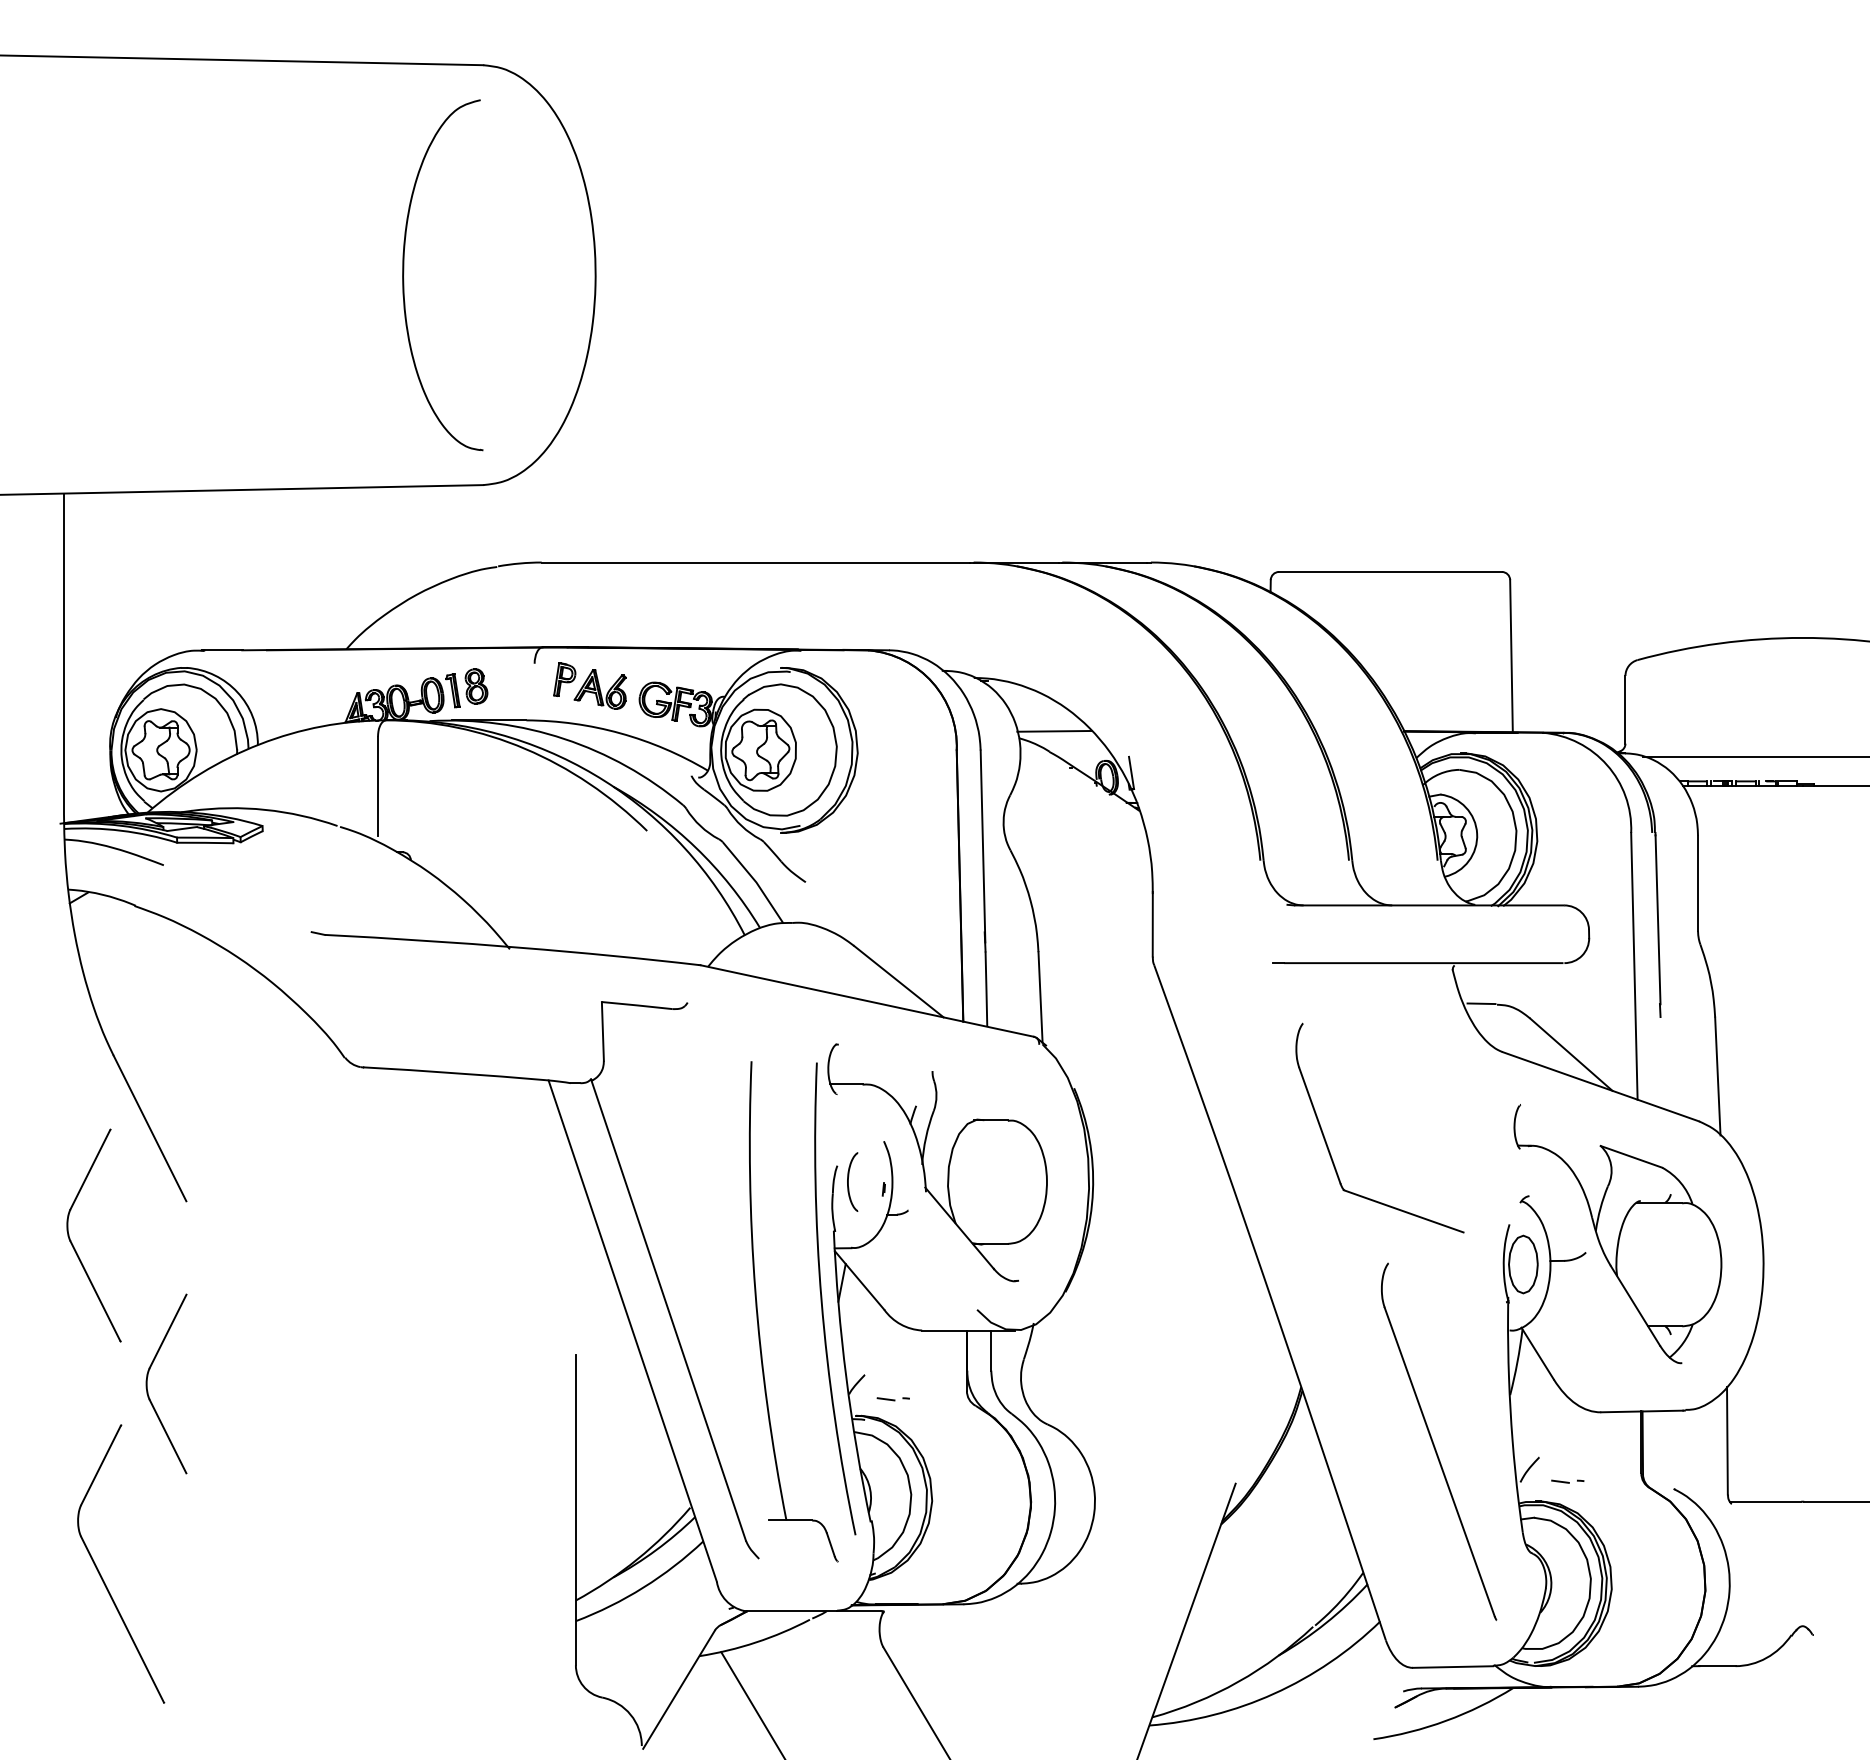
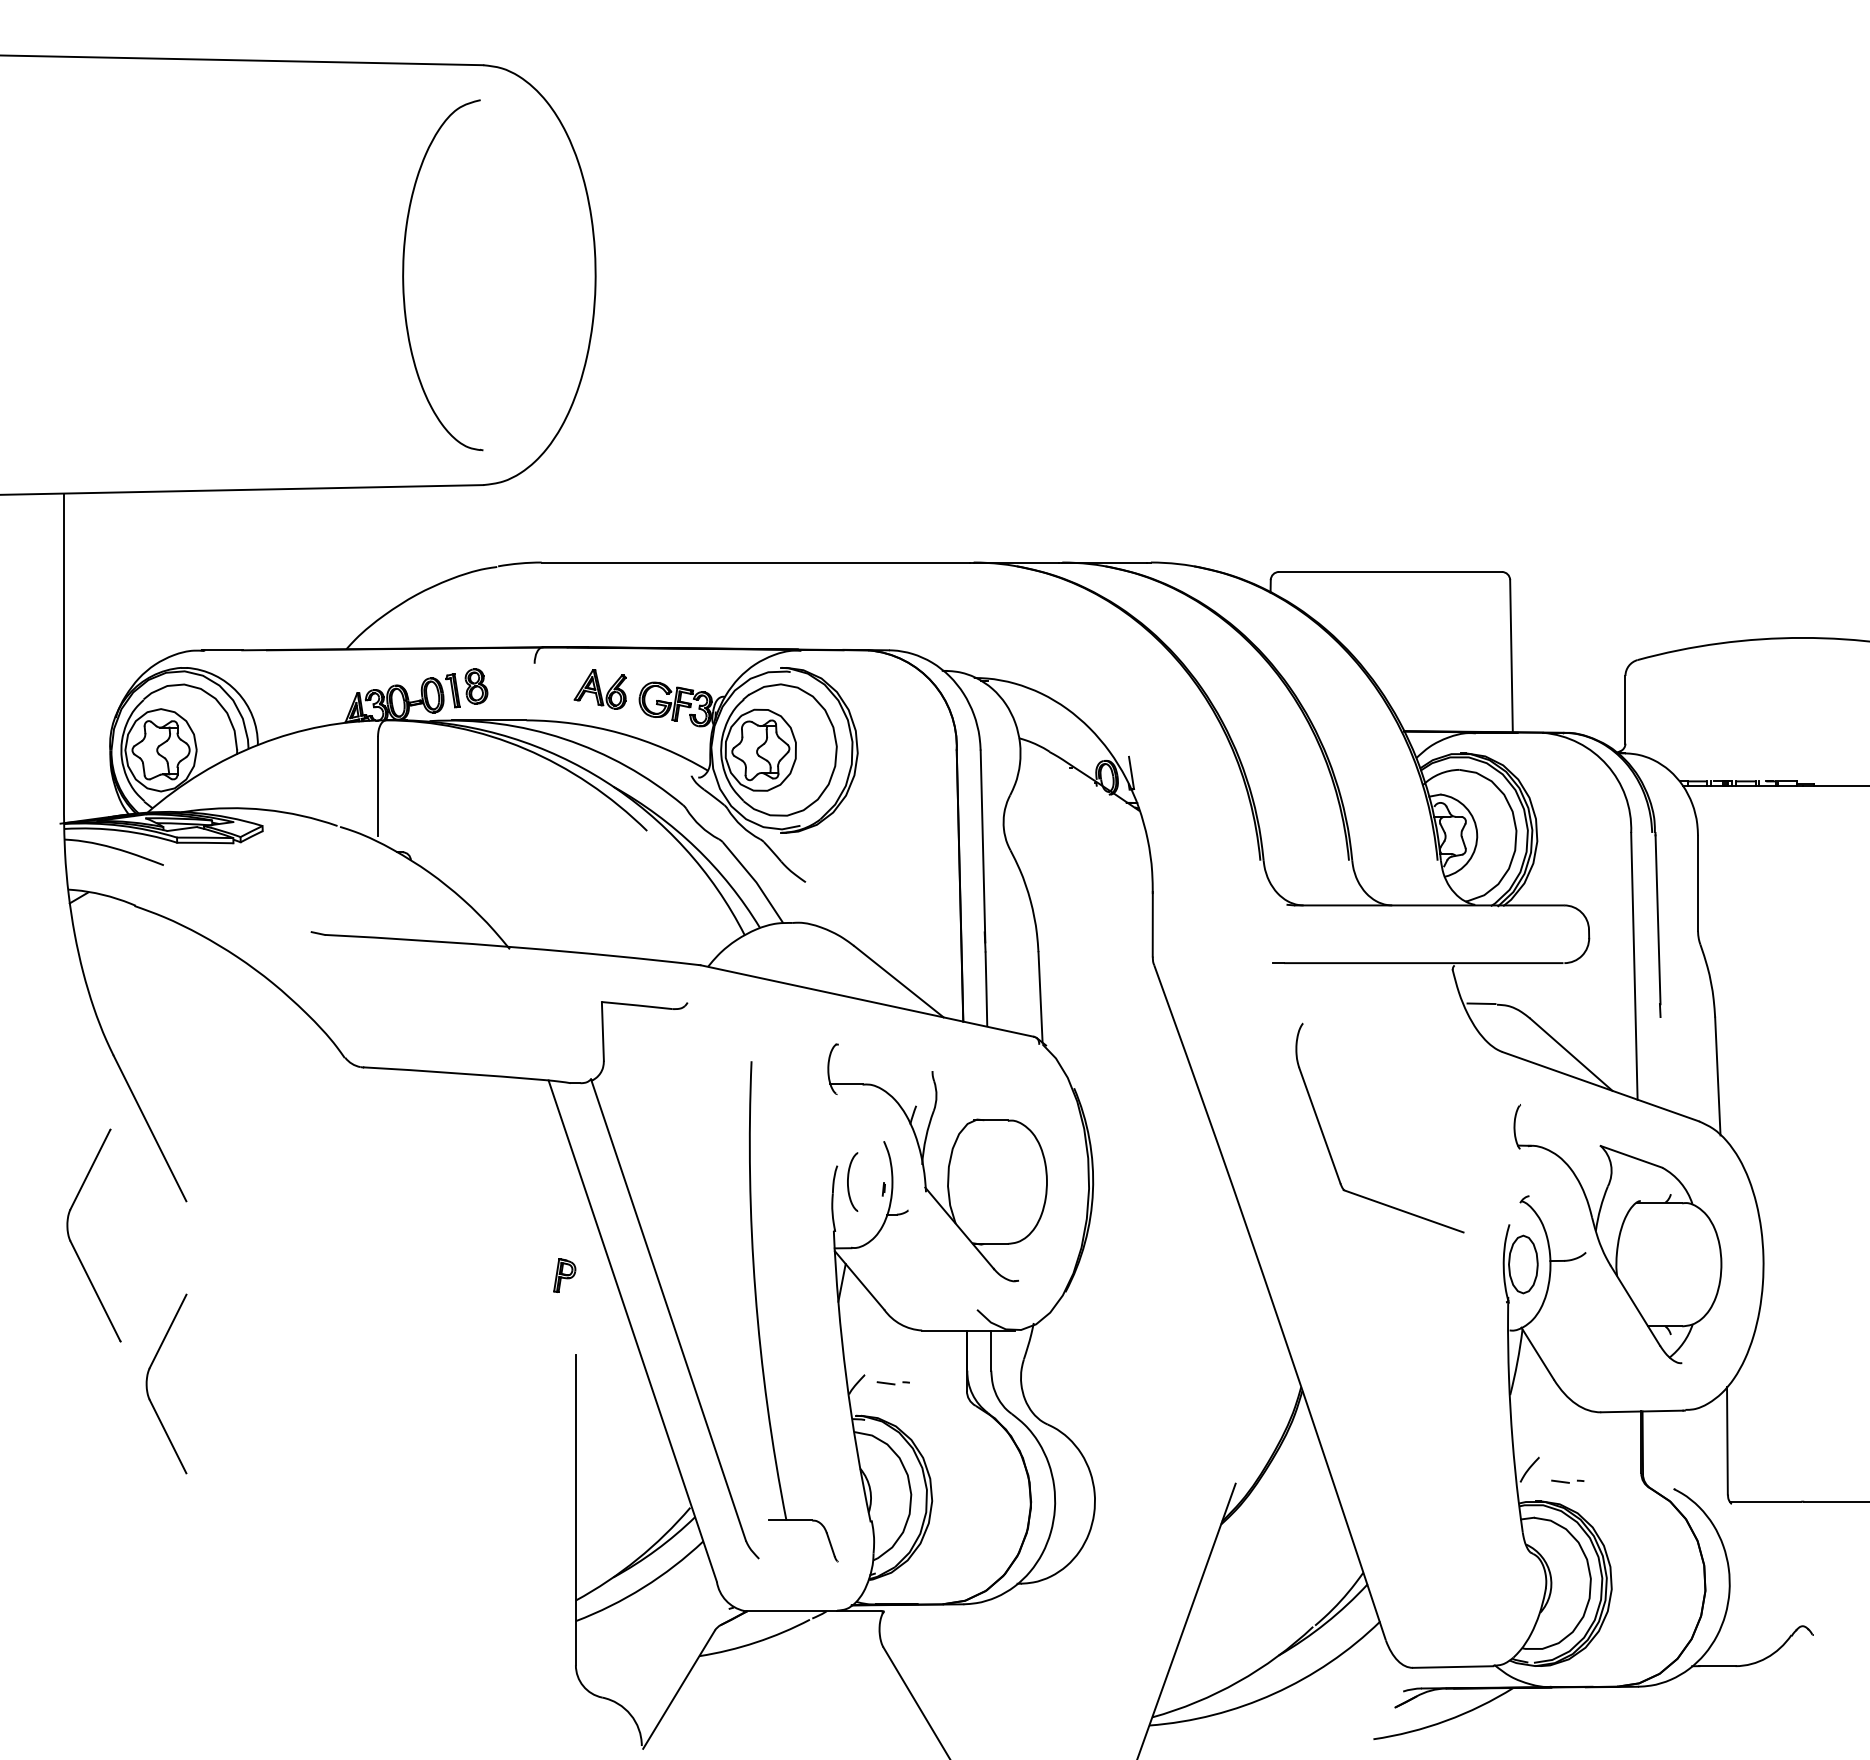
part at (564, 679) position: (564, 679) -> (564, 1275)
line at (1054, 730): present -> none
line at (1754, 756): present -> none
arc at (822, 1298): present -> none
part at (892, 1399) position: (892, 1399) -> (892, 1383)
part at (1439, 1441): present -> none
part at (100, 1573): present -> none
line at (752, 1704): present -> none
